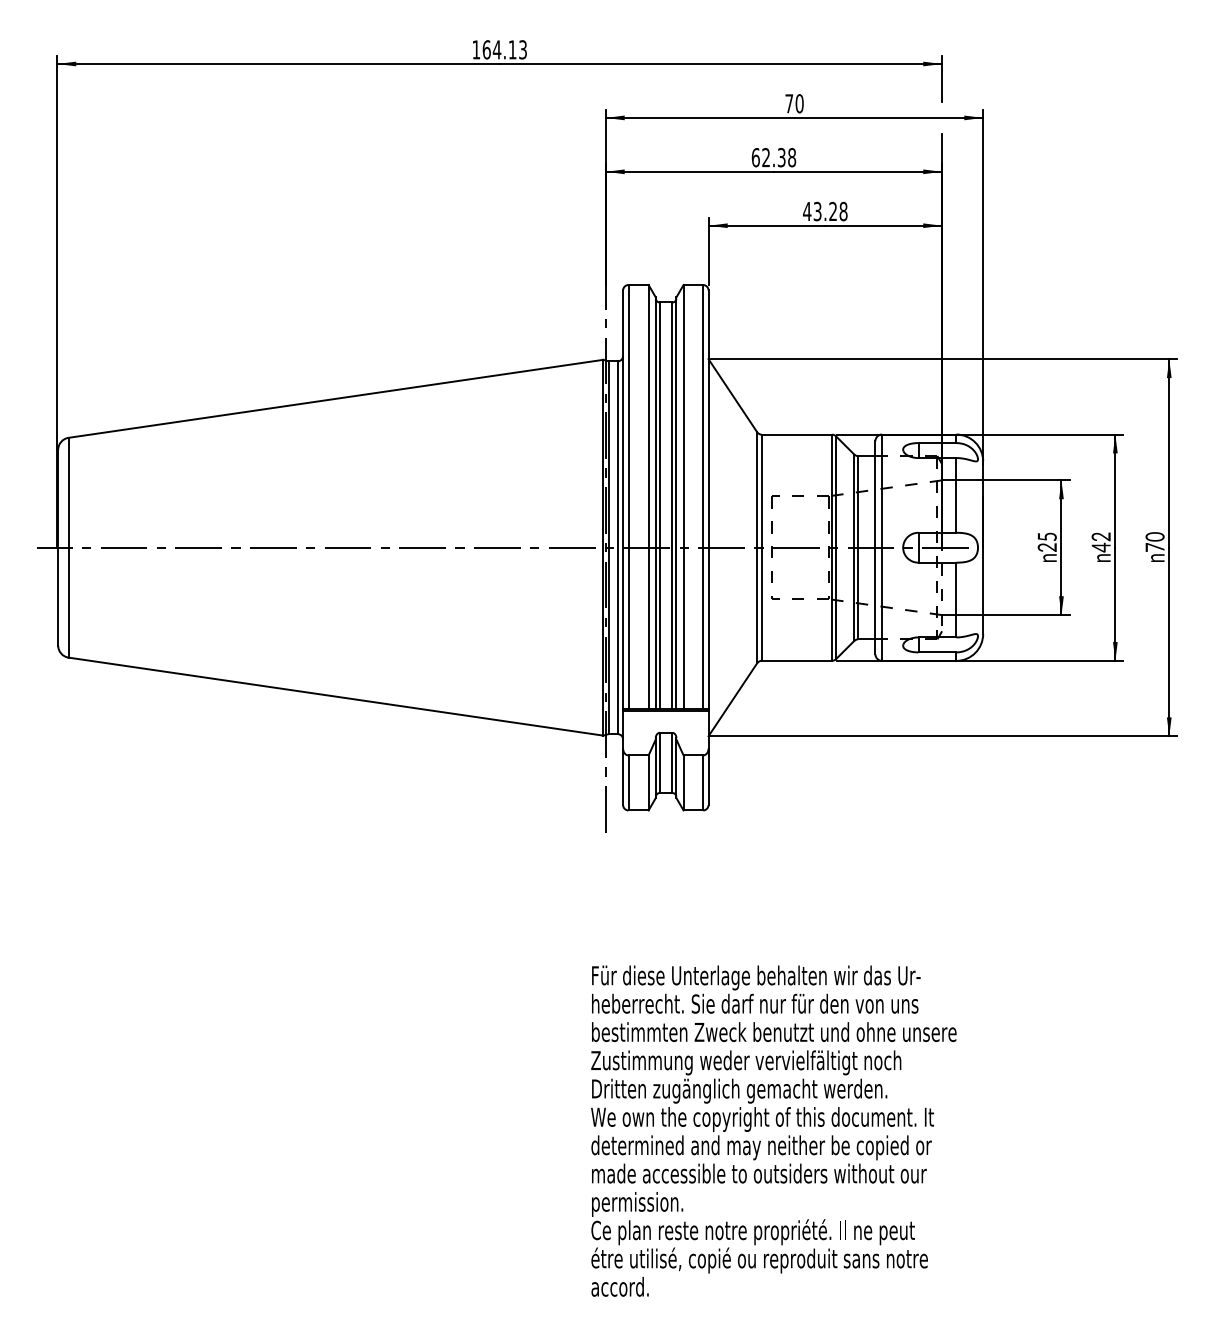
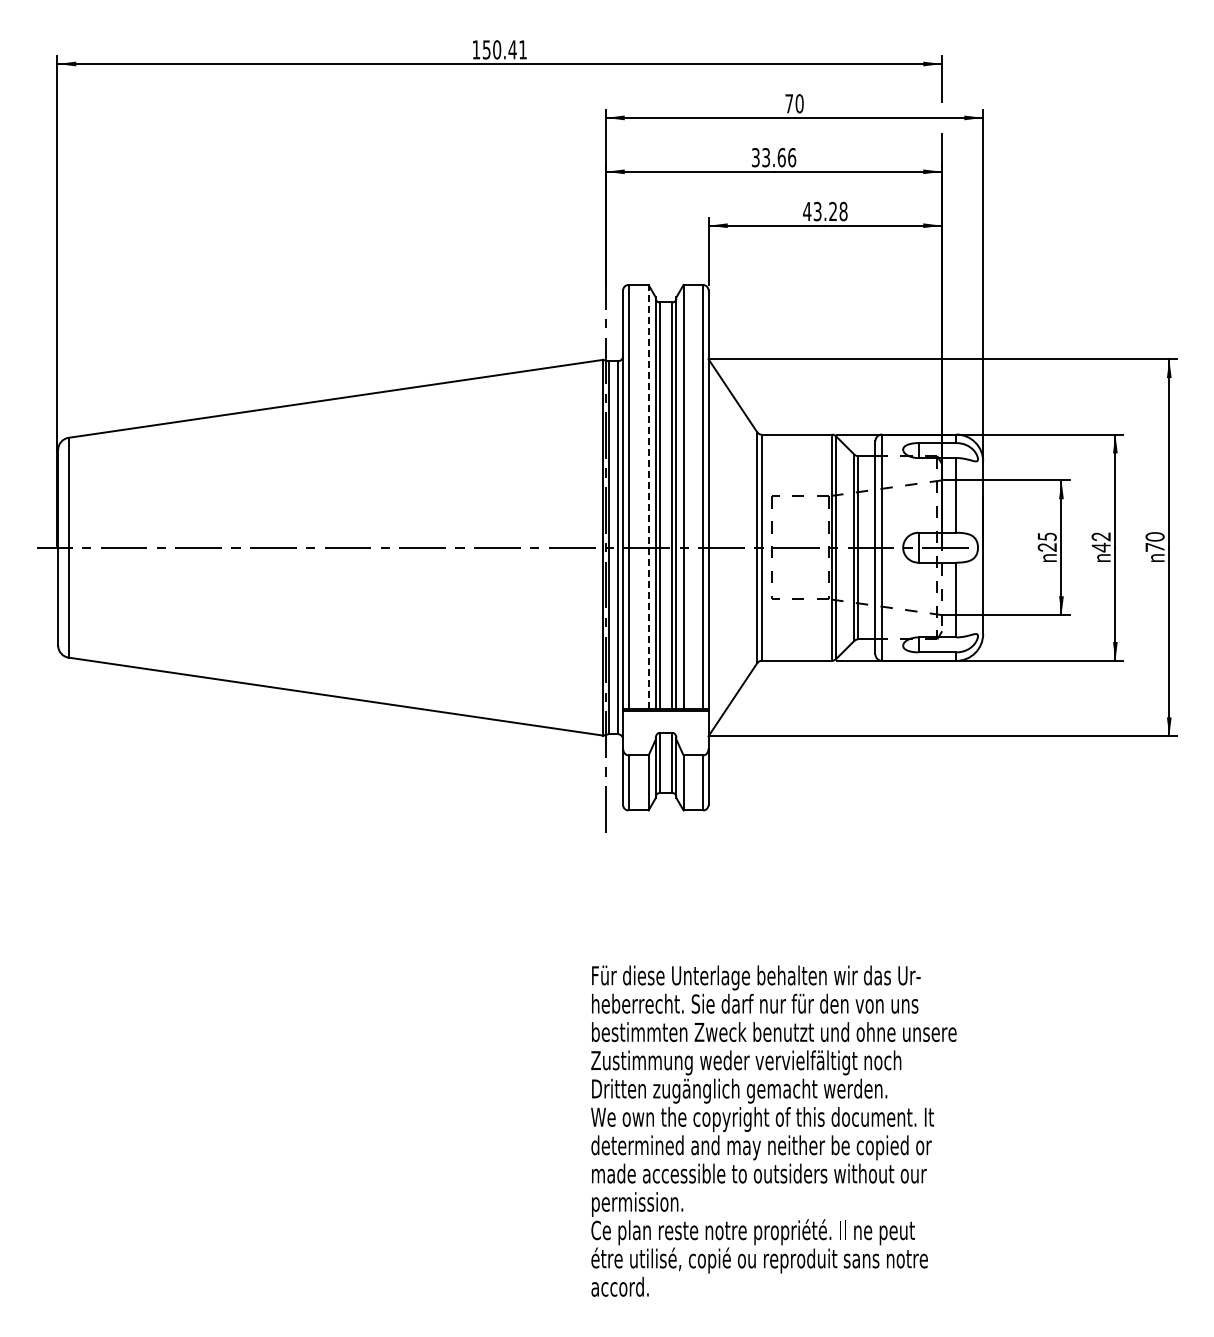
text at (504, 49): 164.13 -> 150.41
text at (773, 157): 62.38 -> 33.66
line at (648, 496): solid -> dashed
